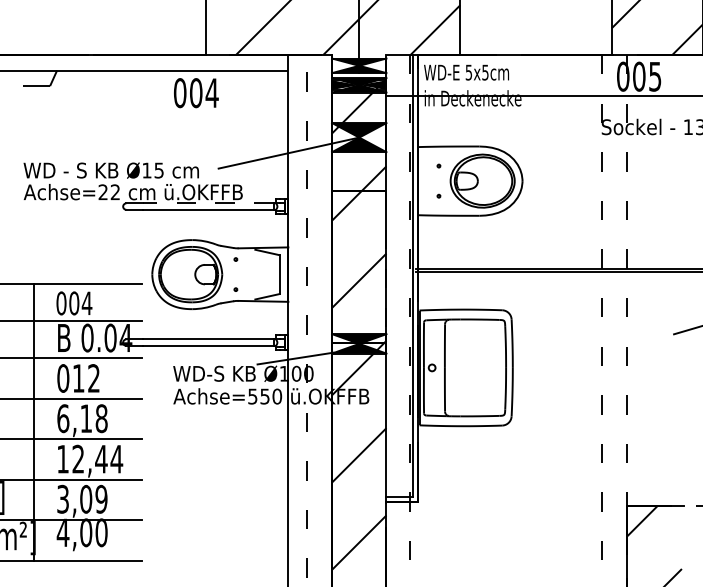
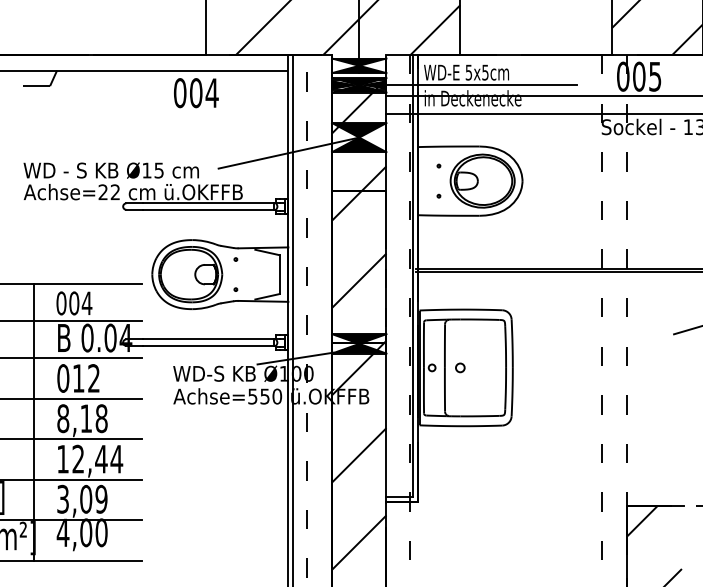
line at (478, 85): none -> present
line at (542, 114): none -> present
line at (208, 203): dashed -> solid
line at (293, 319): none -> present
circle at (460, 367): none -> present
text at (63, 418): 6,18 -> 8,18
